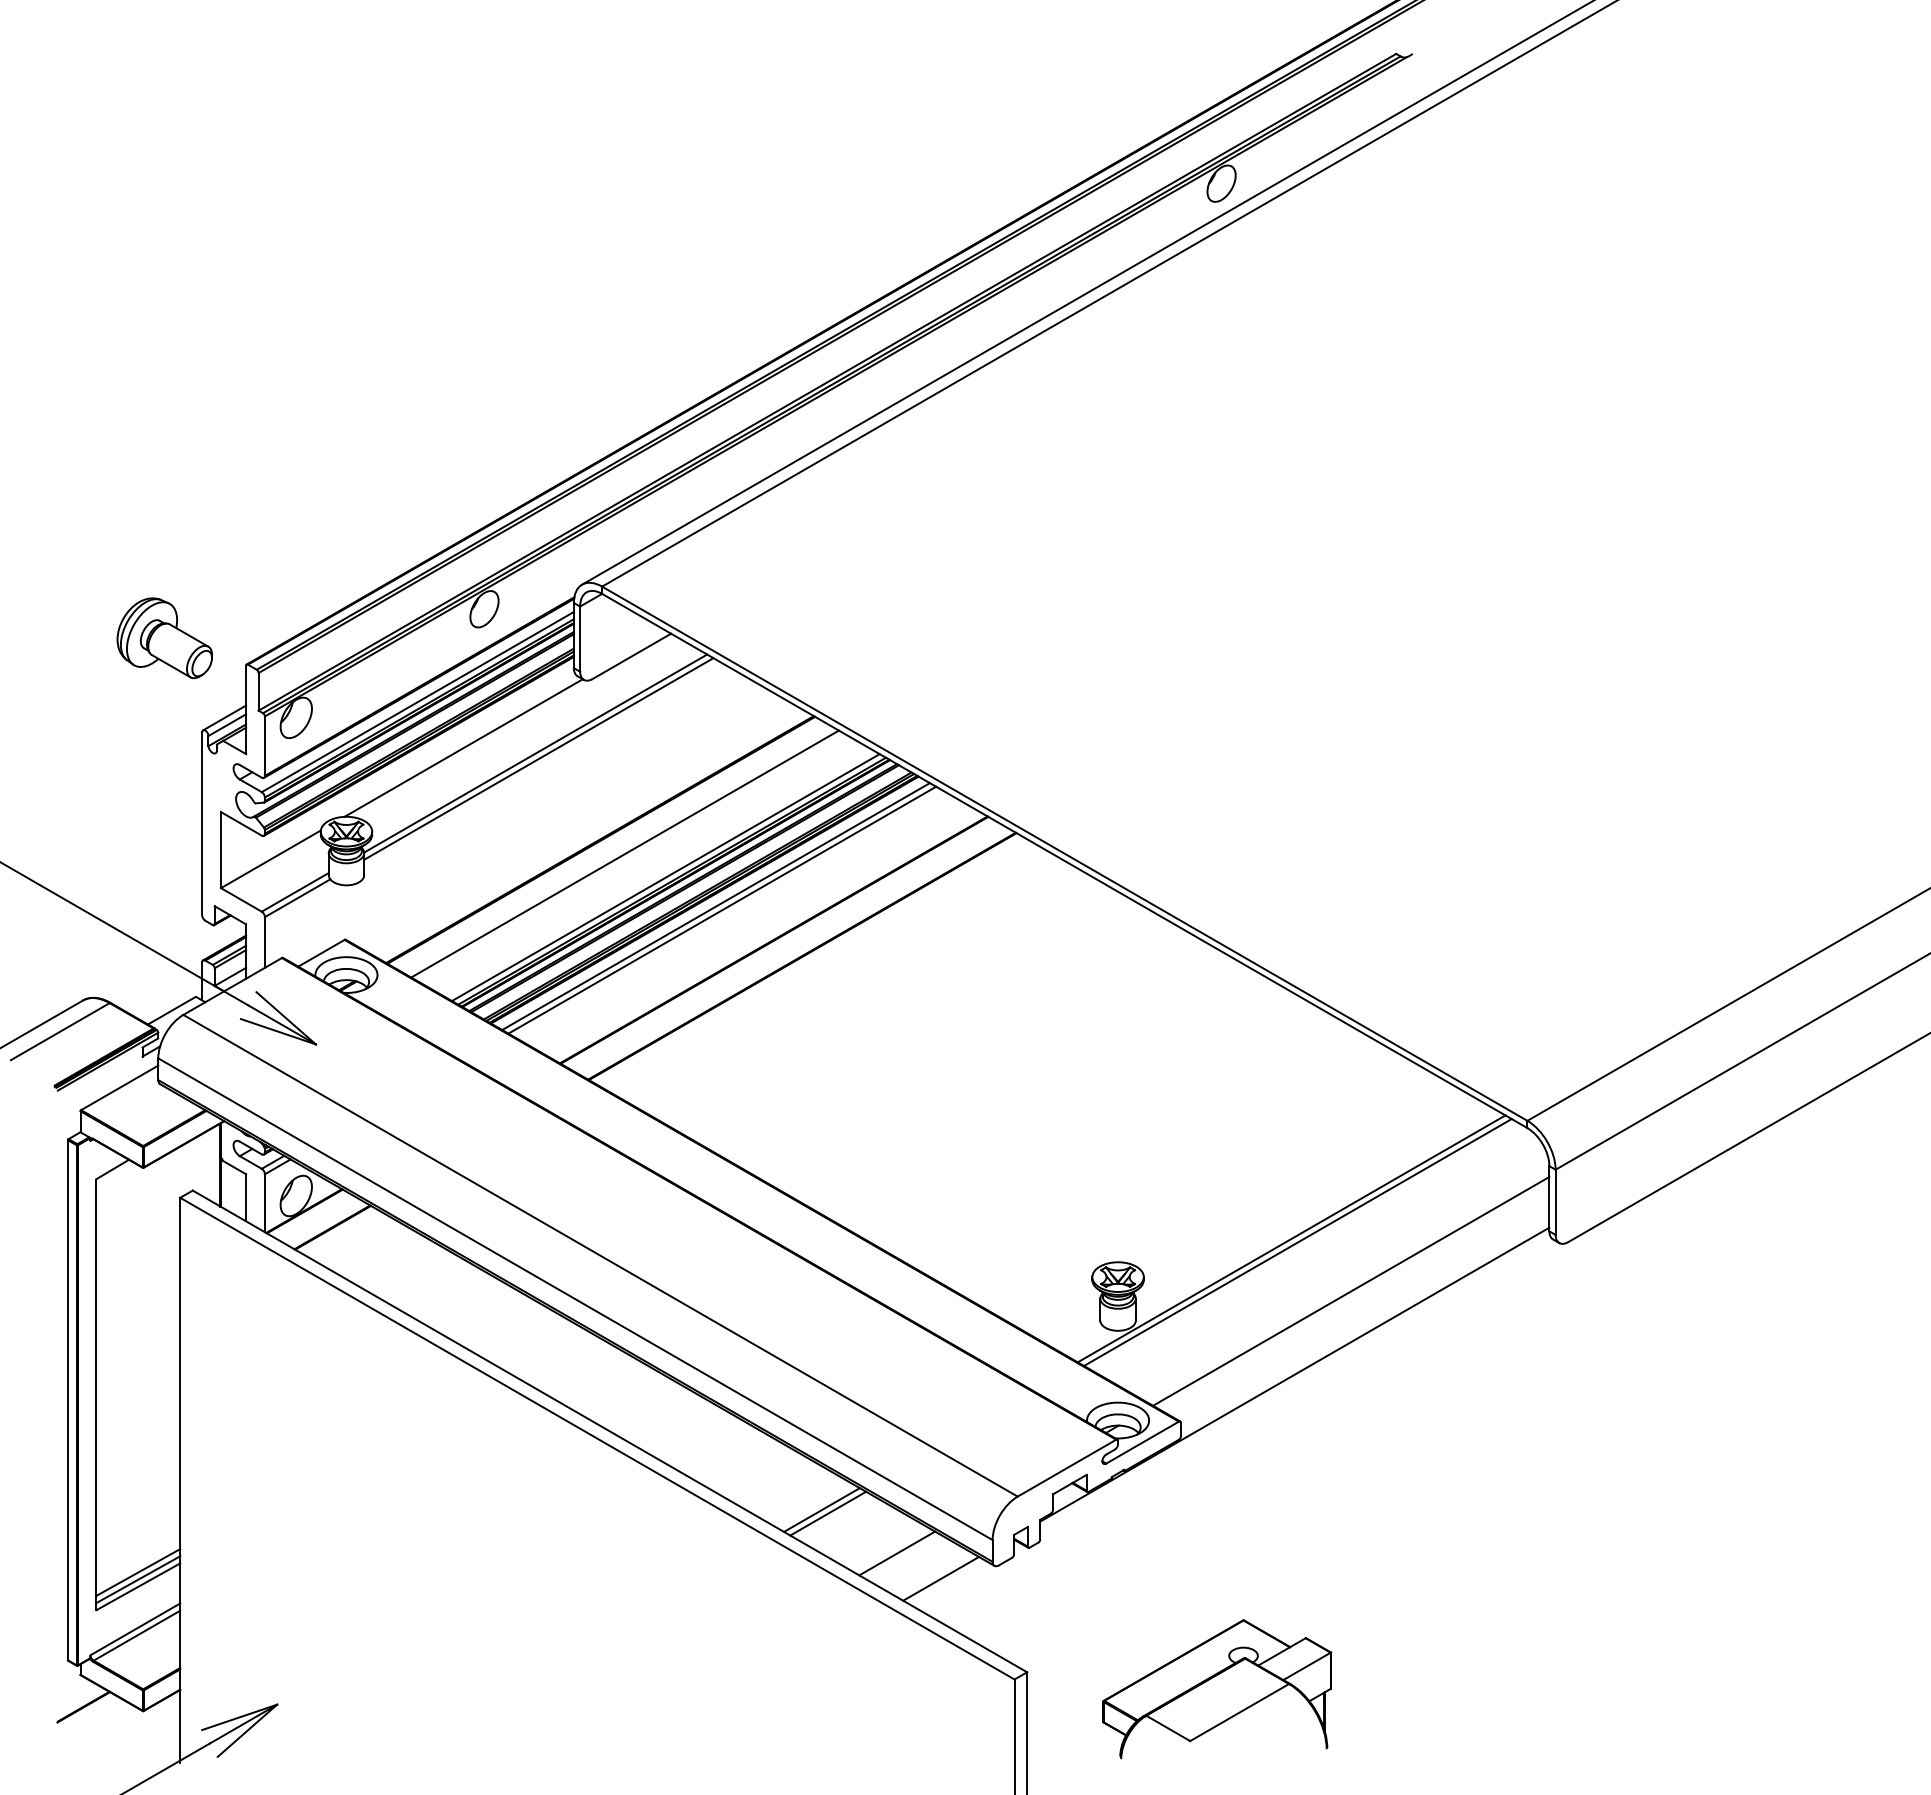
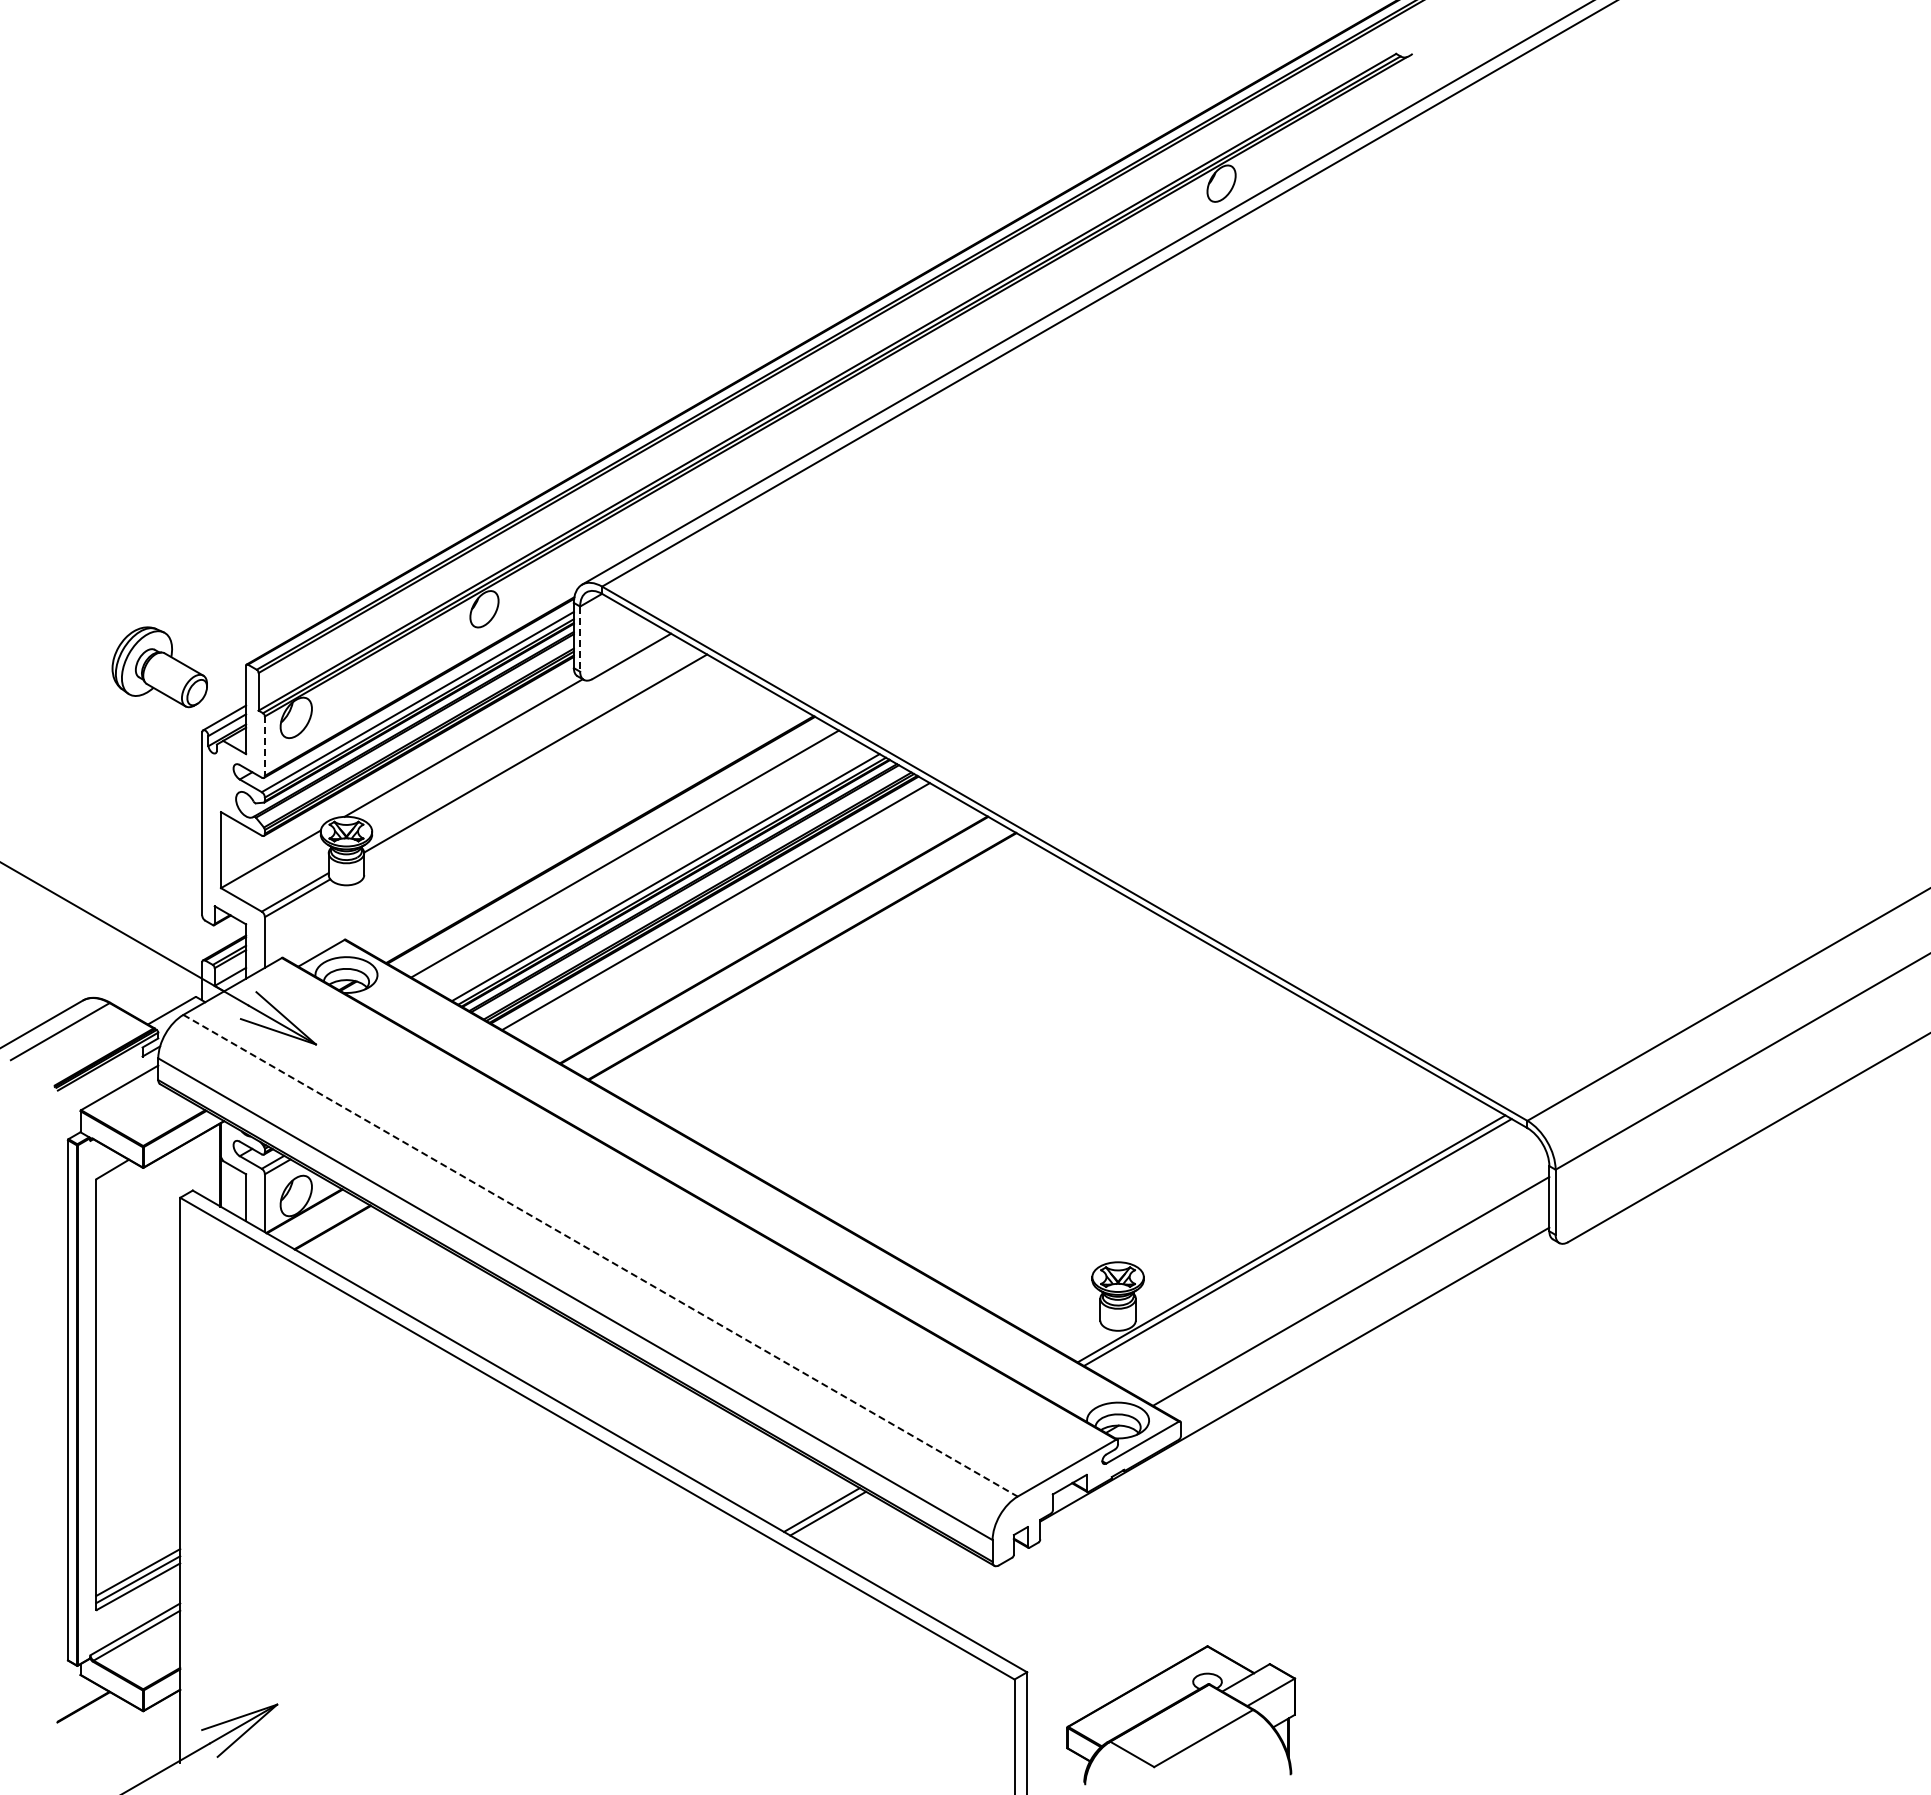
part at (164, 638) position: (164, 638) -> (159, 667)
line at (580, 639): solid -> dashed
line at (264, 746): solid -> dashed
line at (538, 758): present -> none
line at (722, 909): present -> none
line at (600, 1255): solid -> dashed
line at (897, 1553): present -> none
line at (941, 1578): present -> none
part at (1217, 1689) position: (1217, 1689) -> (1181, 1715)
